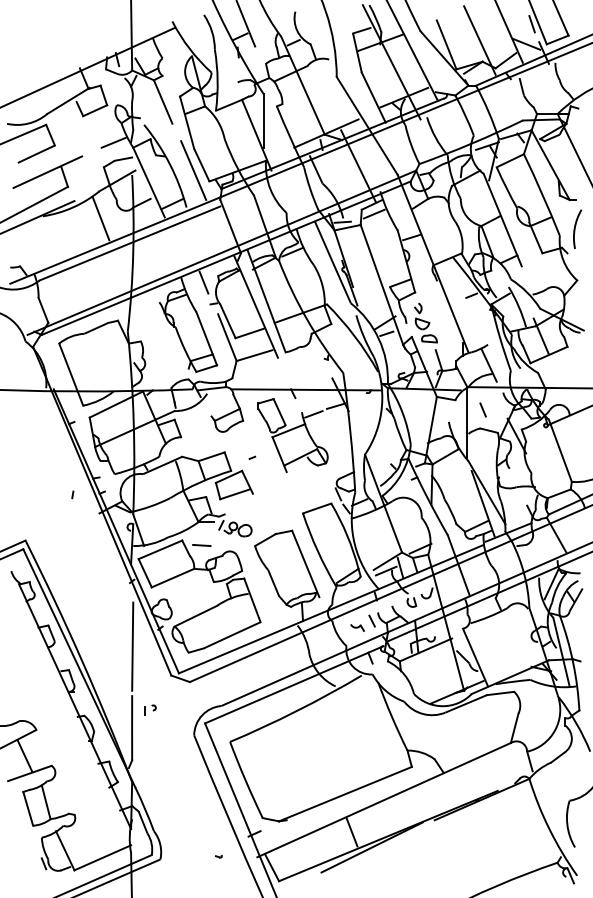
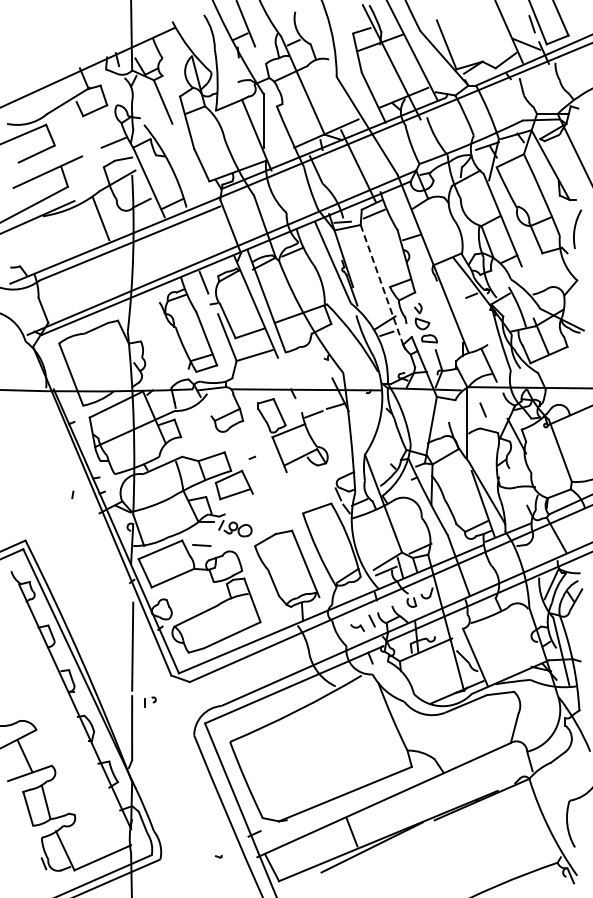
line at (479, 40): present -> none
line at (193, 170): present -> none
line at (381, 284): solid -> dashed
part at (150, 709) position: (150, 709) -> (150, 701)
